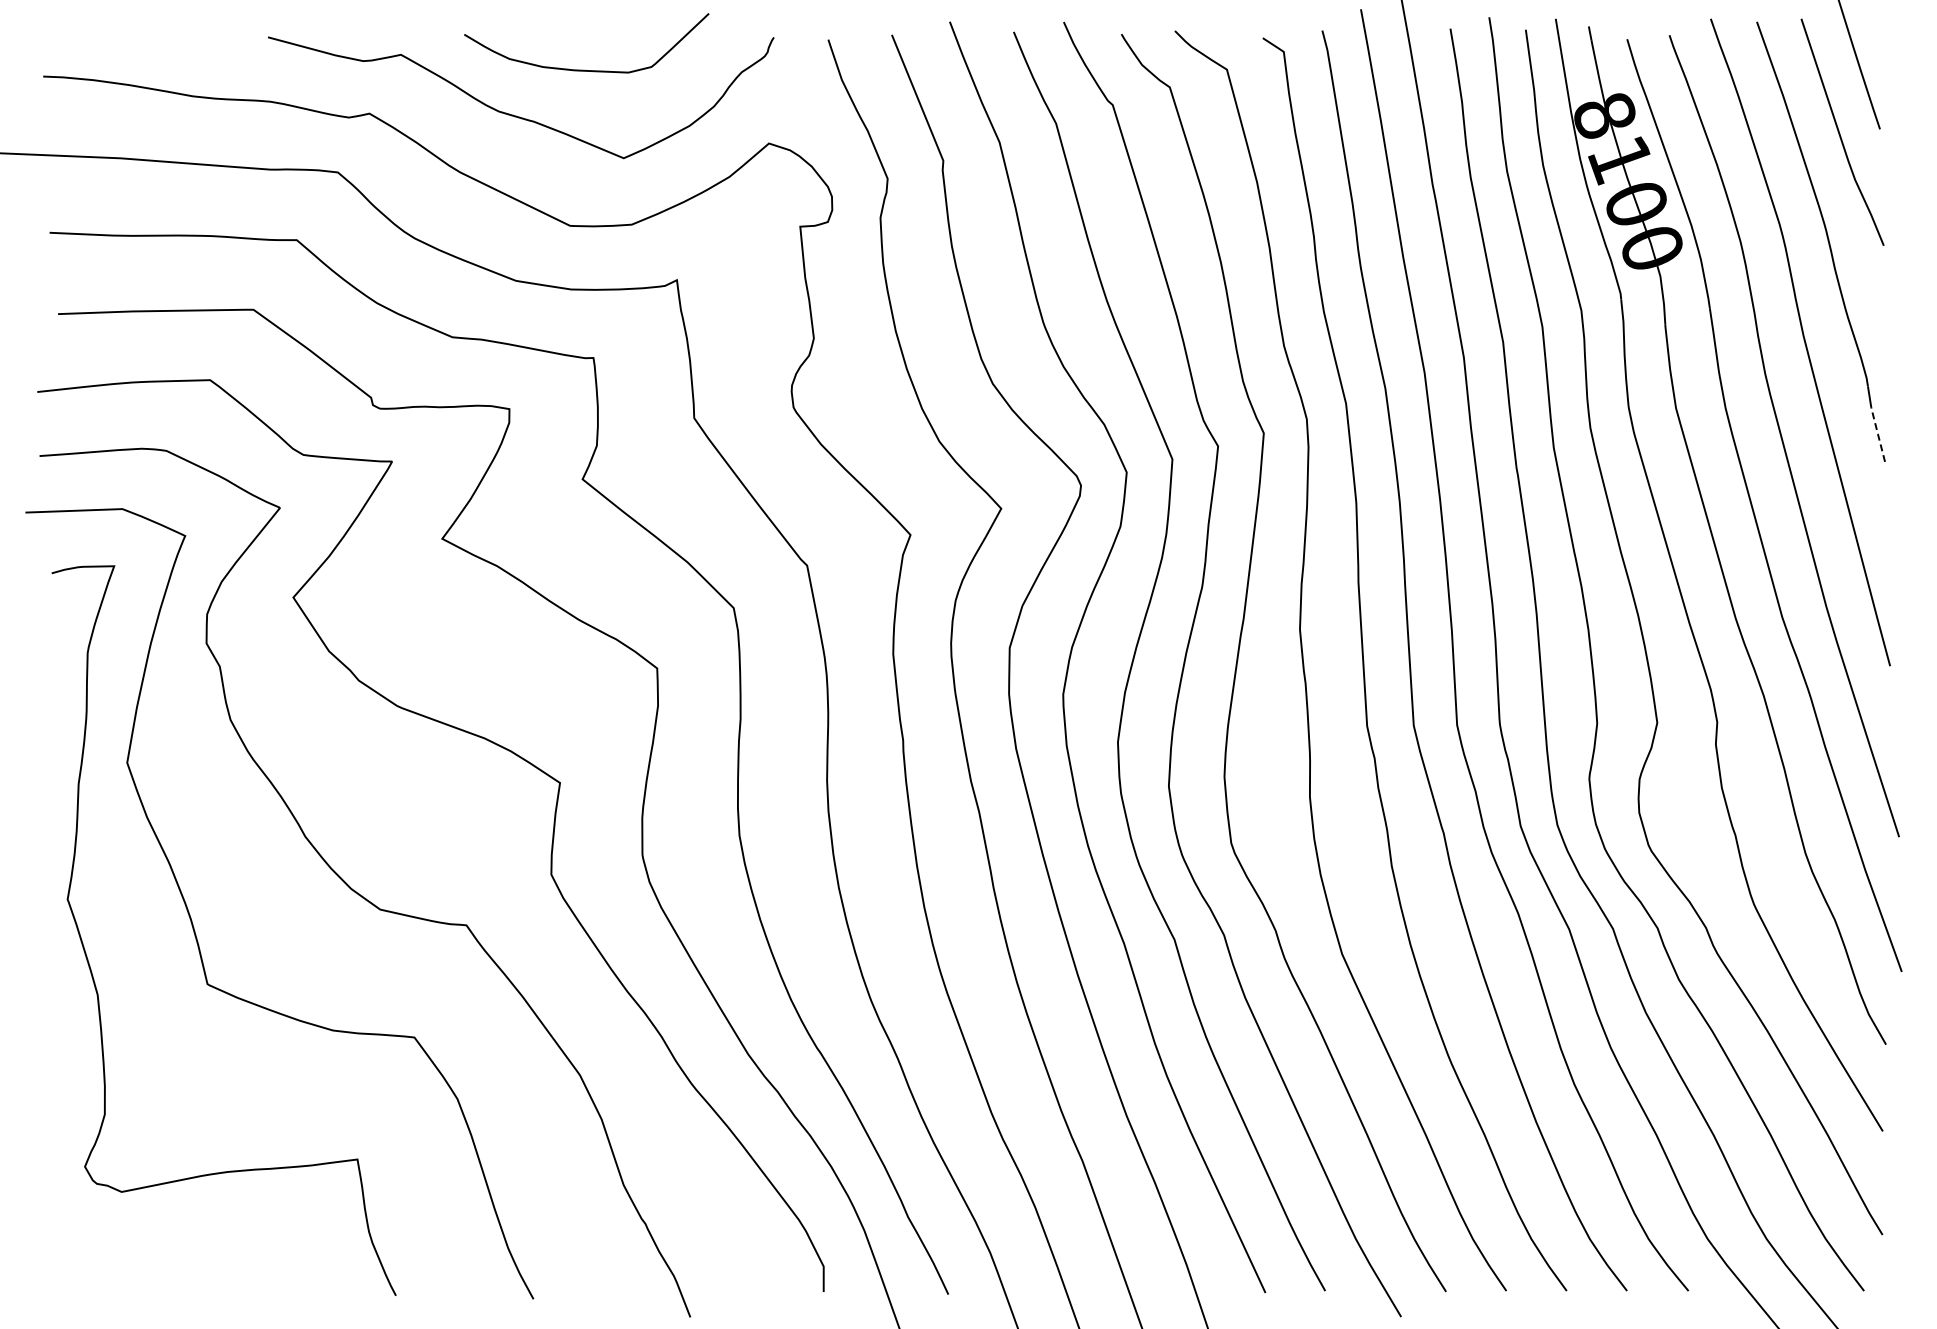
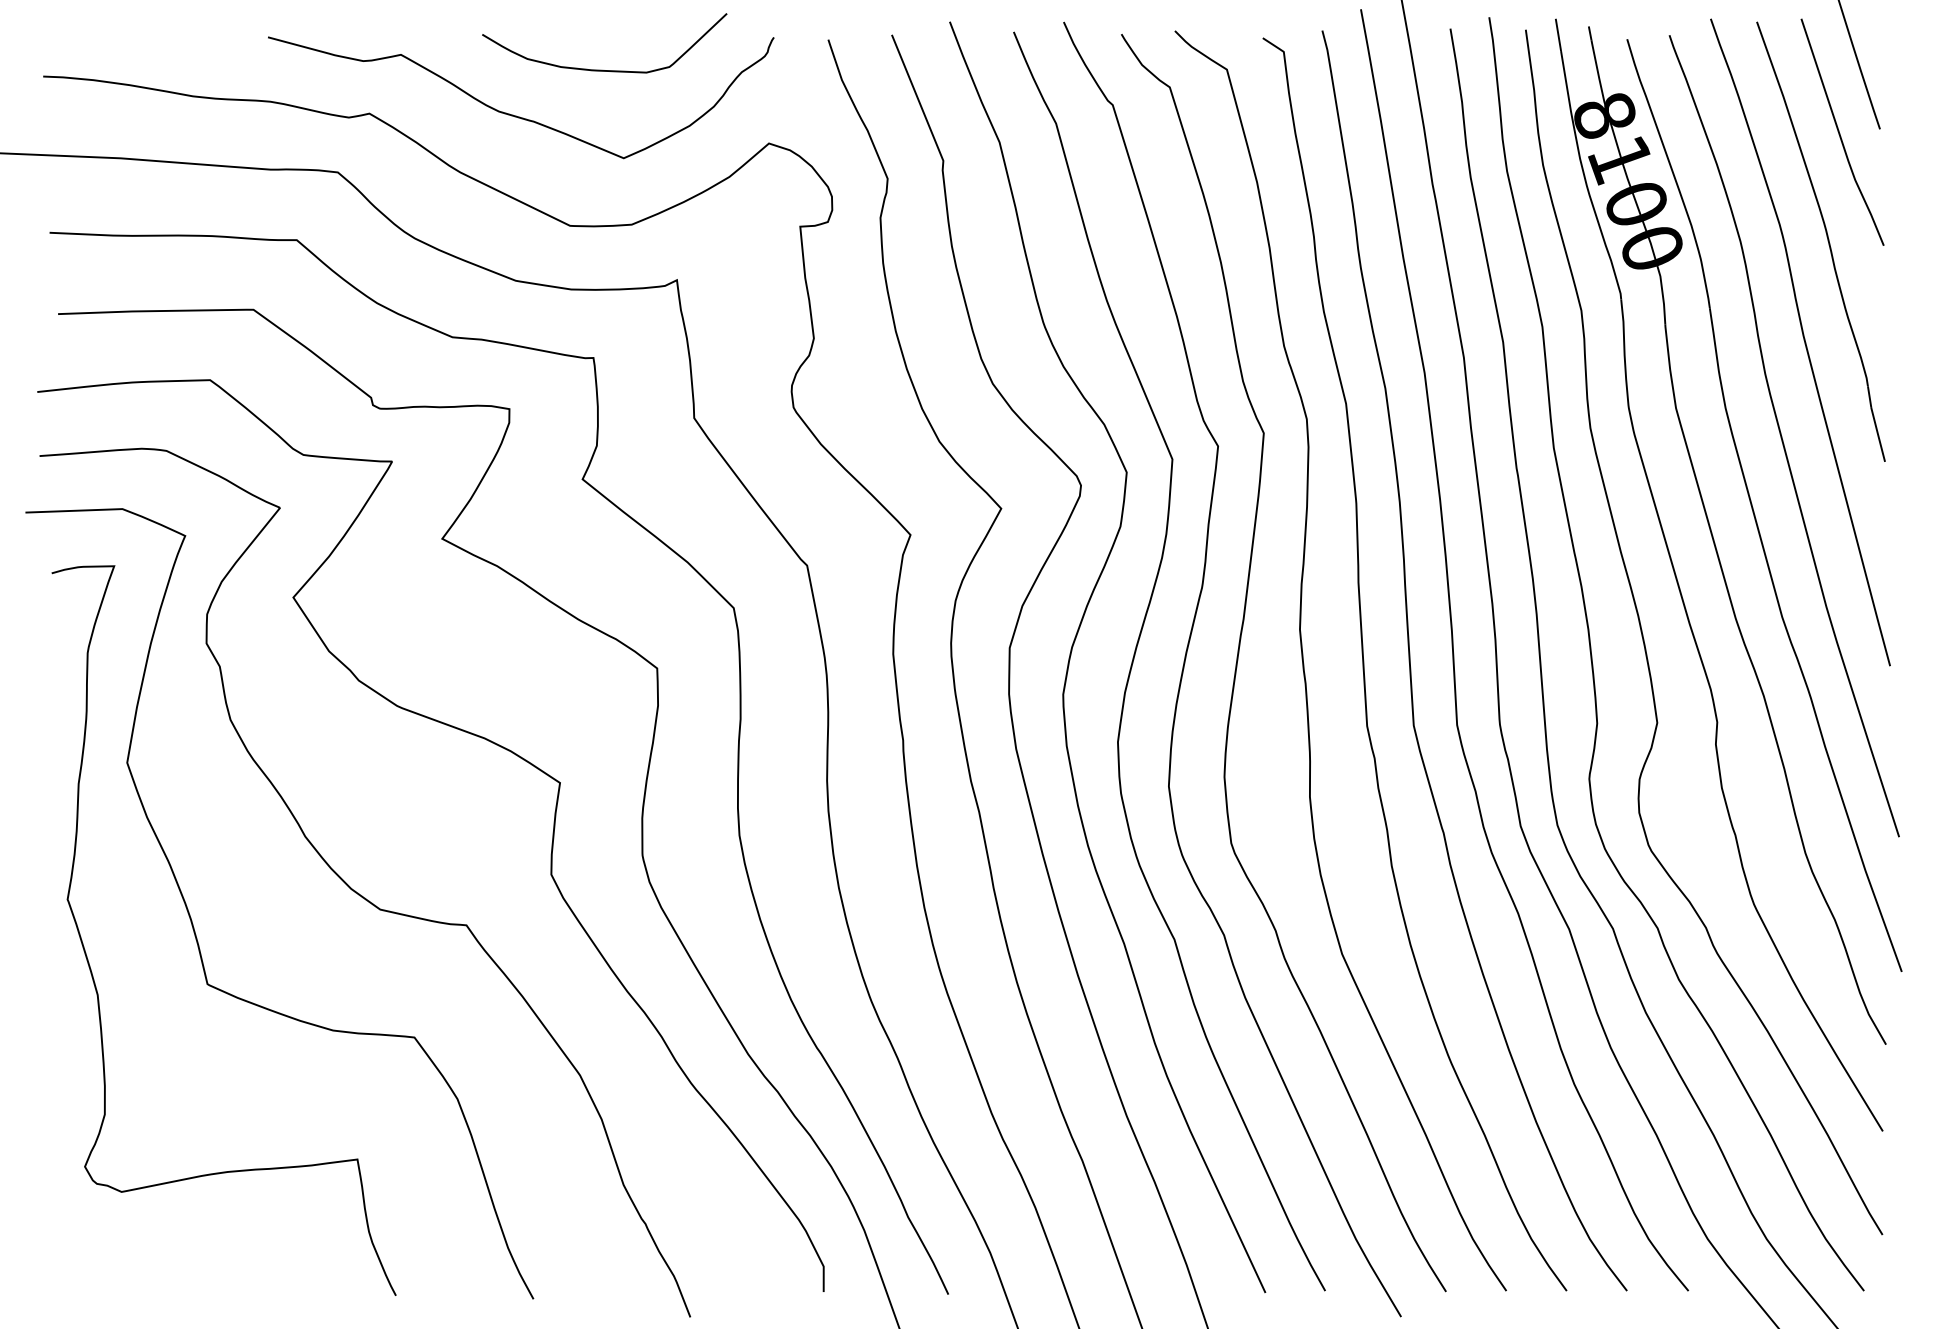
curve at (584, 69) position: (584, 69) -> (602, 69)
line at (1877, 434): dashed -> solid
